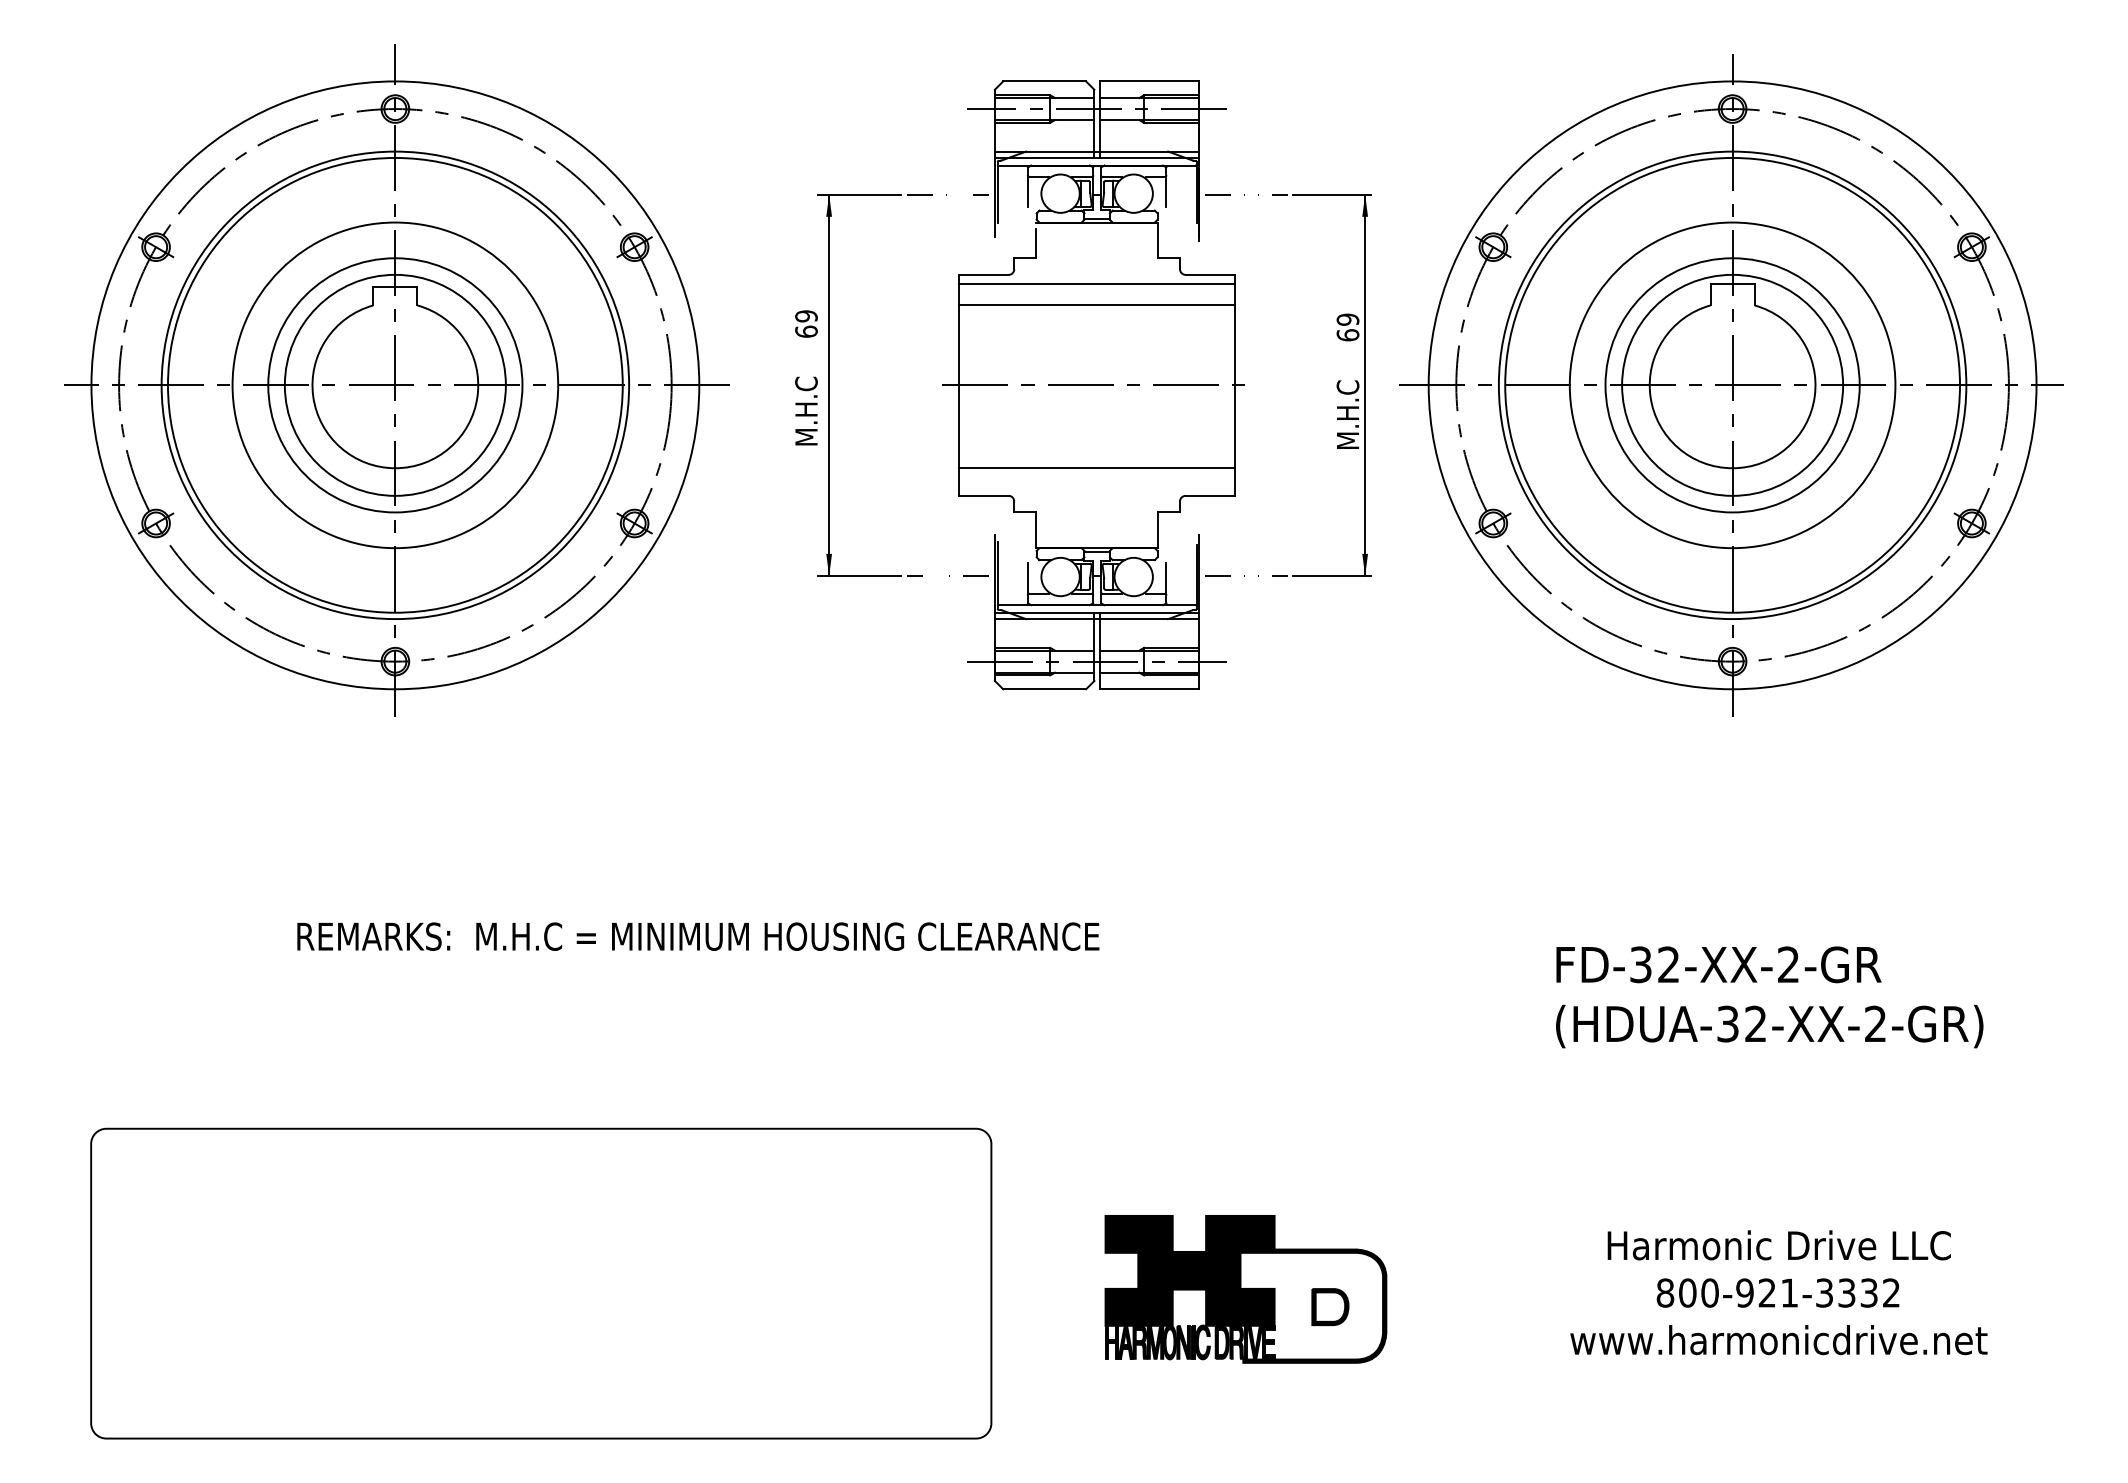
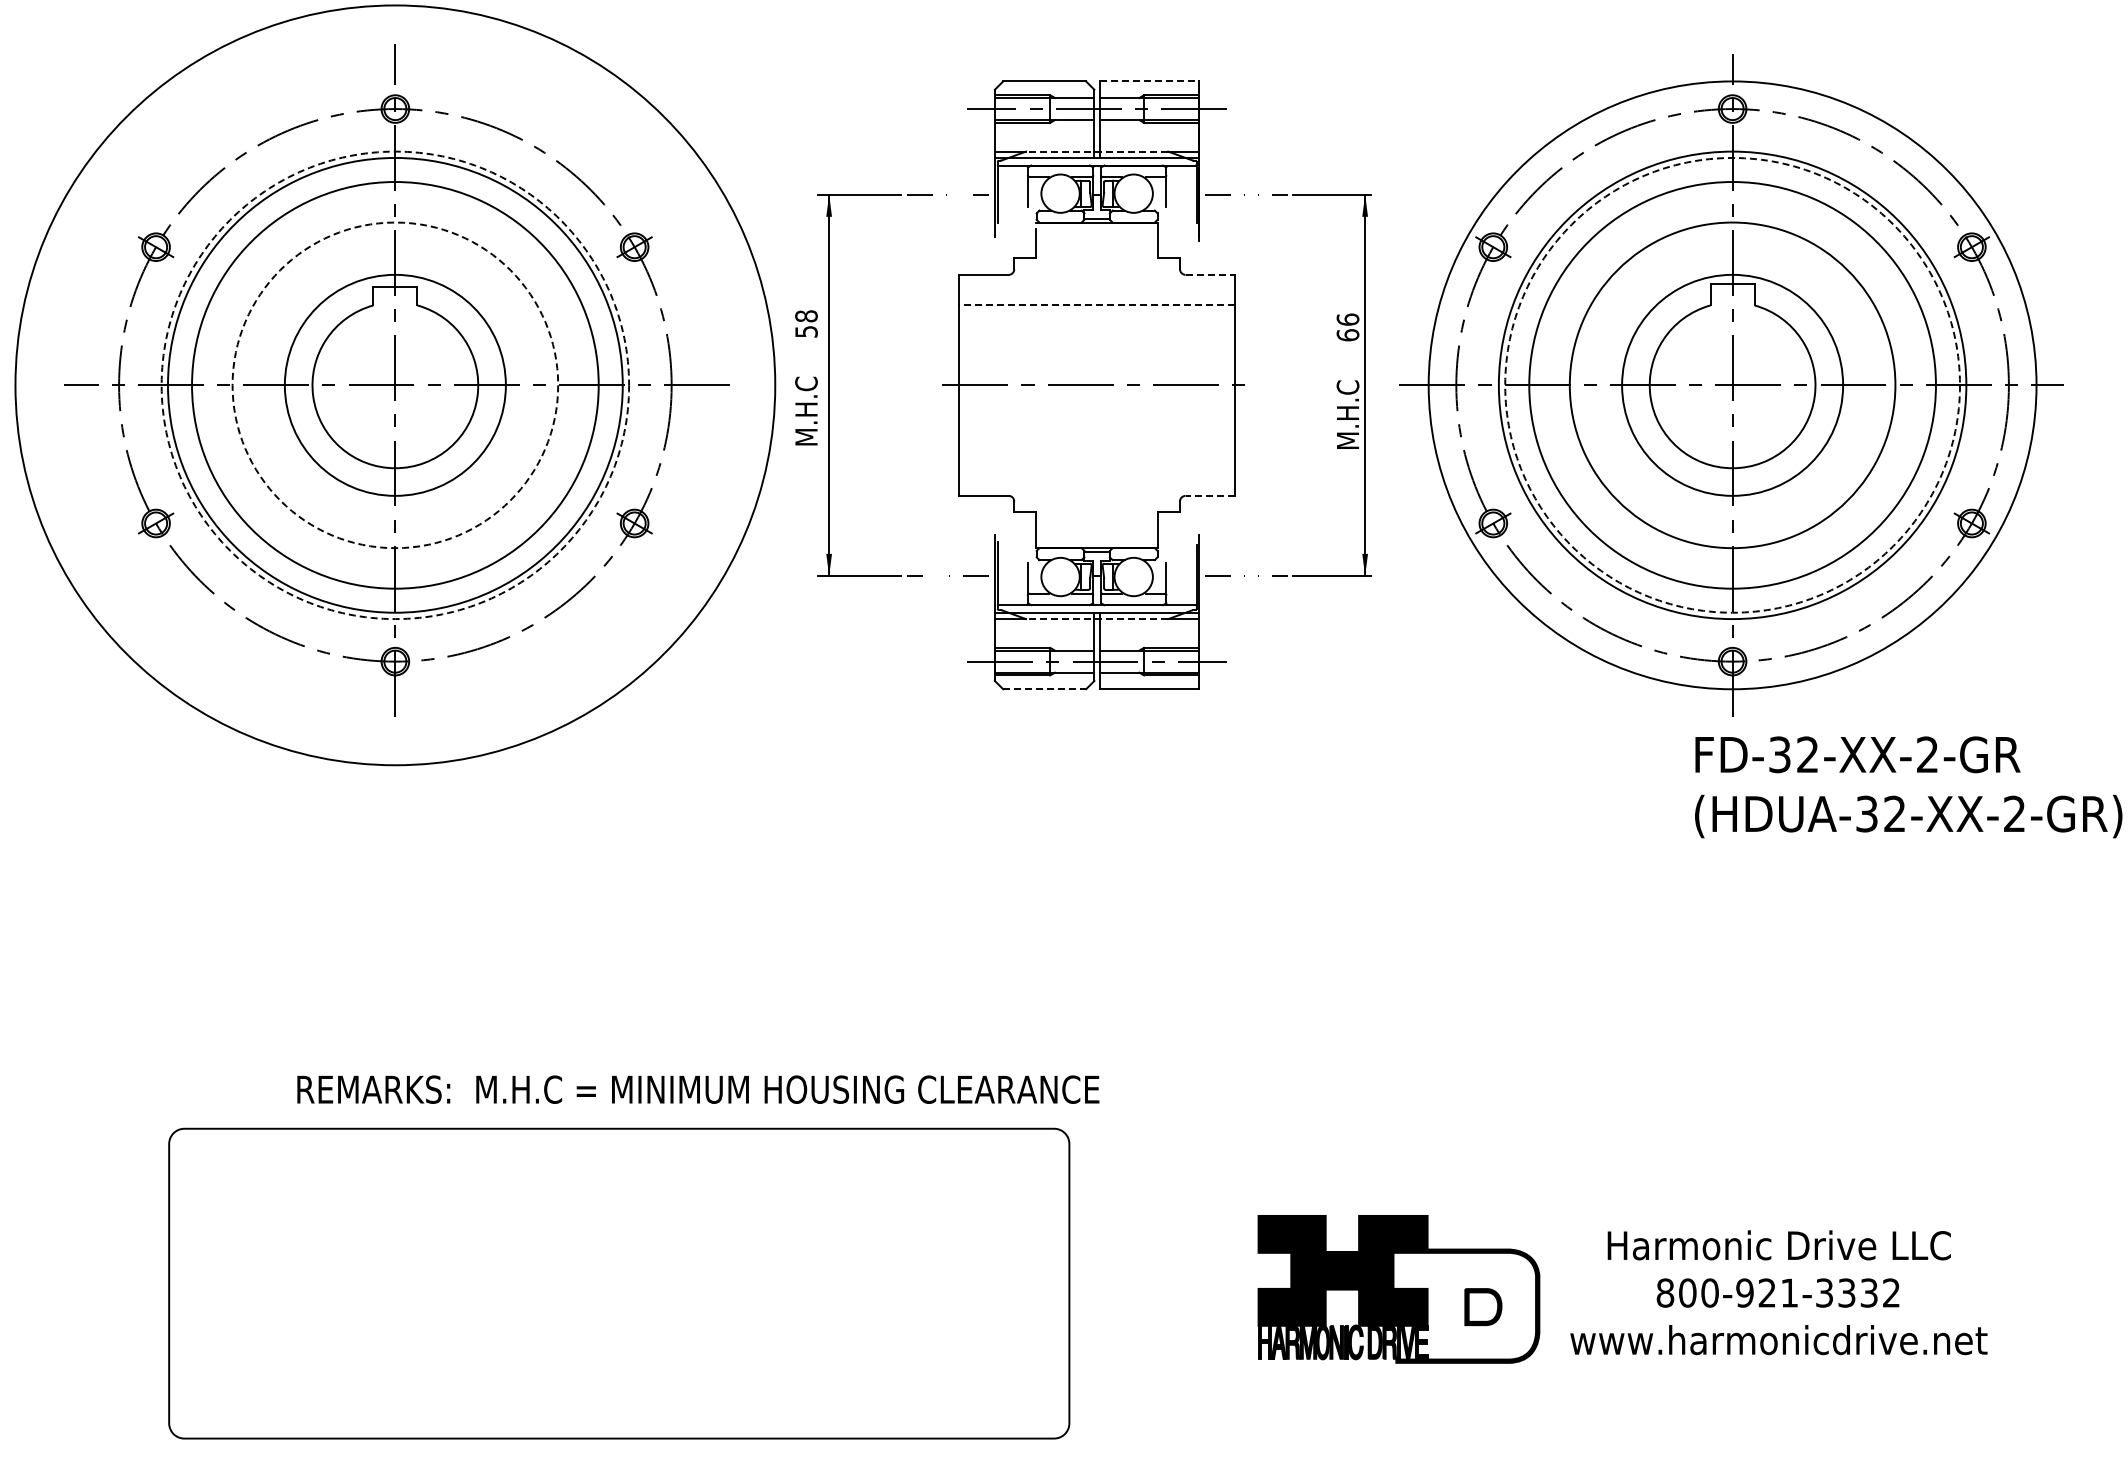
line at (1149, 81): solid -> dashed
line at (1096, 151): solid -> dashed
line at (1210, 274): solid -> dashed
line at (1097, 284): present -> none
line at (1096, 305): solid -> dashed
text at (1347, 319): 69 -> 66
text at (806, 323): 69 -> 58
circle at (1732, 384): solid -> dashed
circle at (395, 385) diameter: 254 px -> 407 px
circle at (395, 385) diameter: 608 px -> 760 px
circle at (395, 385): solid -> dashed
circle at (395, 385): solid -> dashed
circle at (1732, 385) diameter: 254 px -> 407 px
line at (1097, 468): present -> none
line at (1210, 495): solid -> dashed
line at (1096, 619): solid -> dashed
line at (1045, 689): solid -> dashed
text at (698, 936) position: (698, 936) -> (698, 1089)
text at (1769, 997) position: (1769, 997) -> (1908, 787)
part at (541, 1283) position: (541, 1283) -> (619, 1283)
part at (1245, 1289) position: (1245, 1289) -> (1398, 1289)
